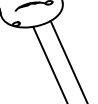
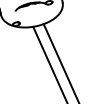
line at (68, 60) position: (68, 60) -> (60, 62)
